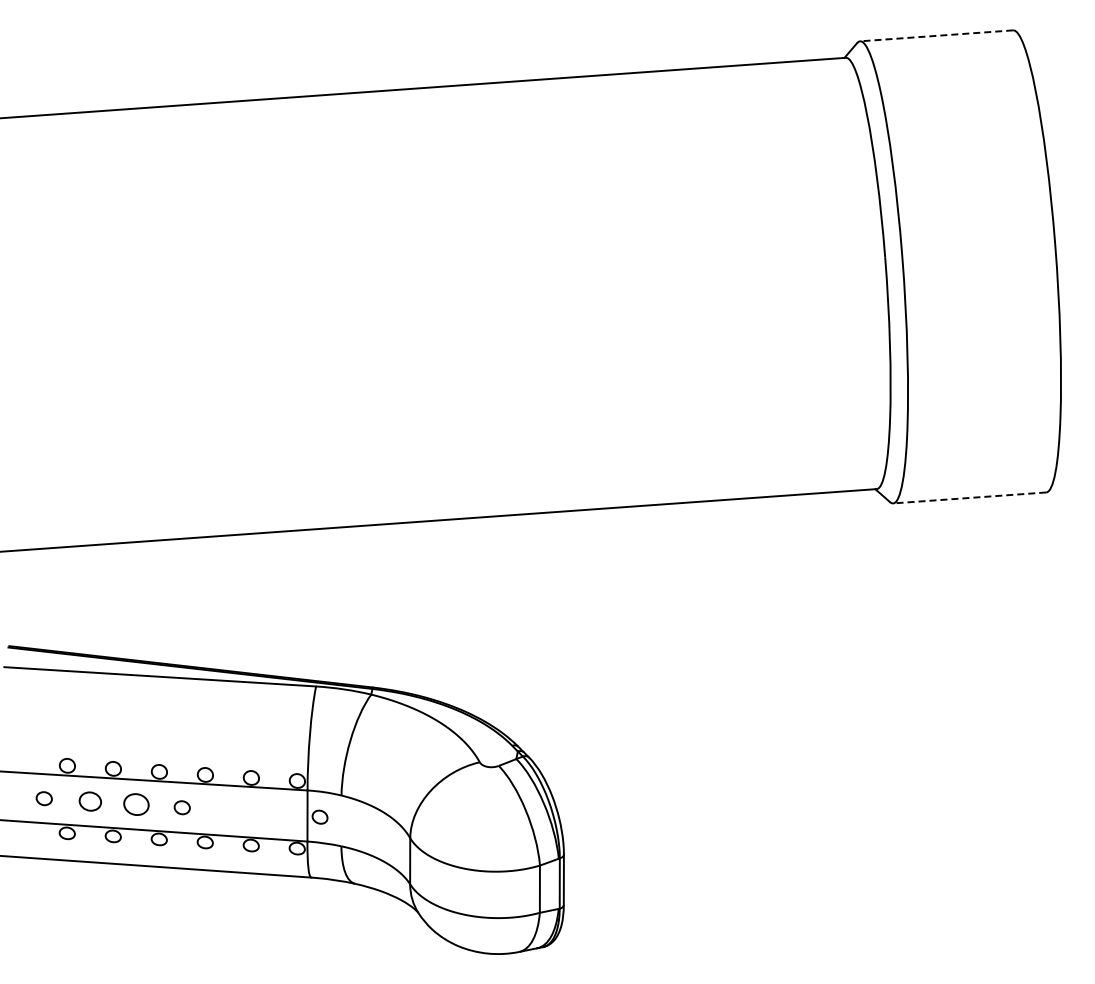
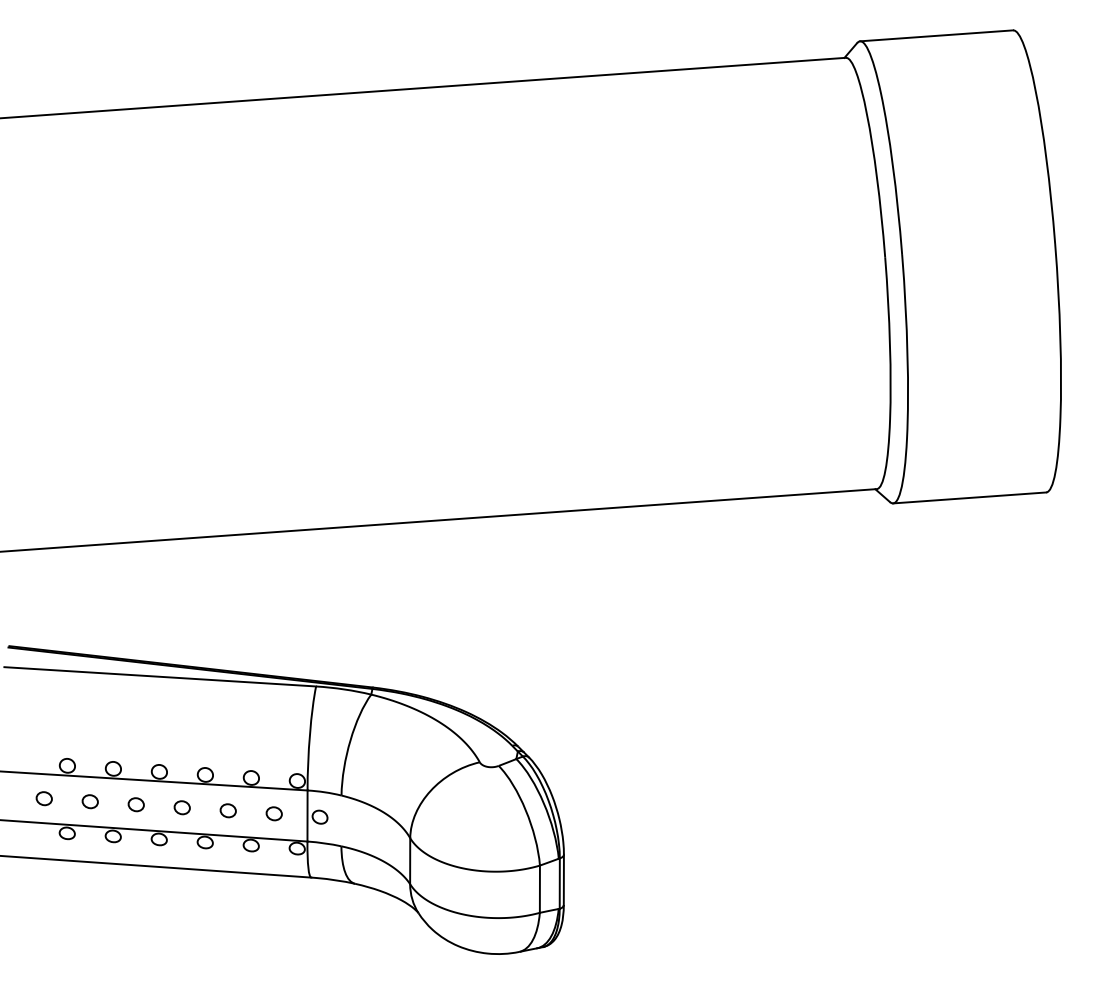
line at (936, 35): dashed -> solid
line at (969, 497): dashed -> solid
part at (89, 801) size: 24x21 px -> 18x16 px
part at (136, 804) size: 27x23 px -> 18x16 px
part at (227, 810): none -> present
part at (273, 813): none -> present
